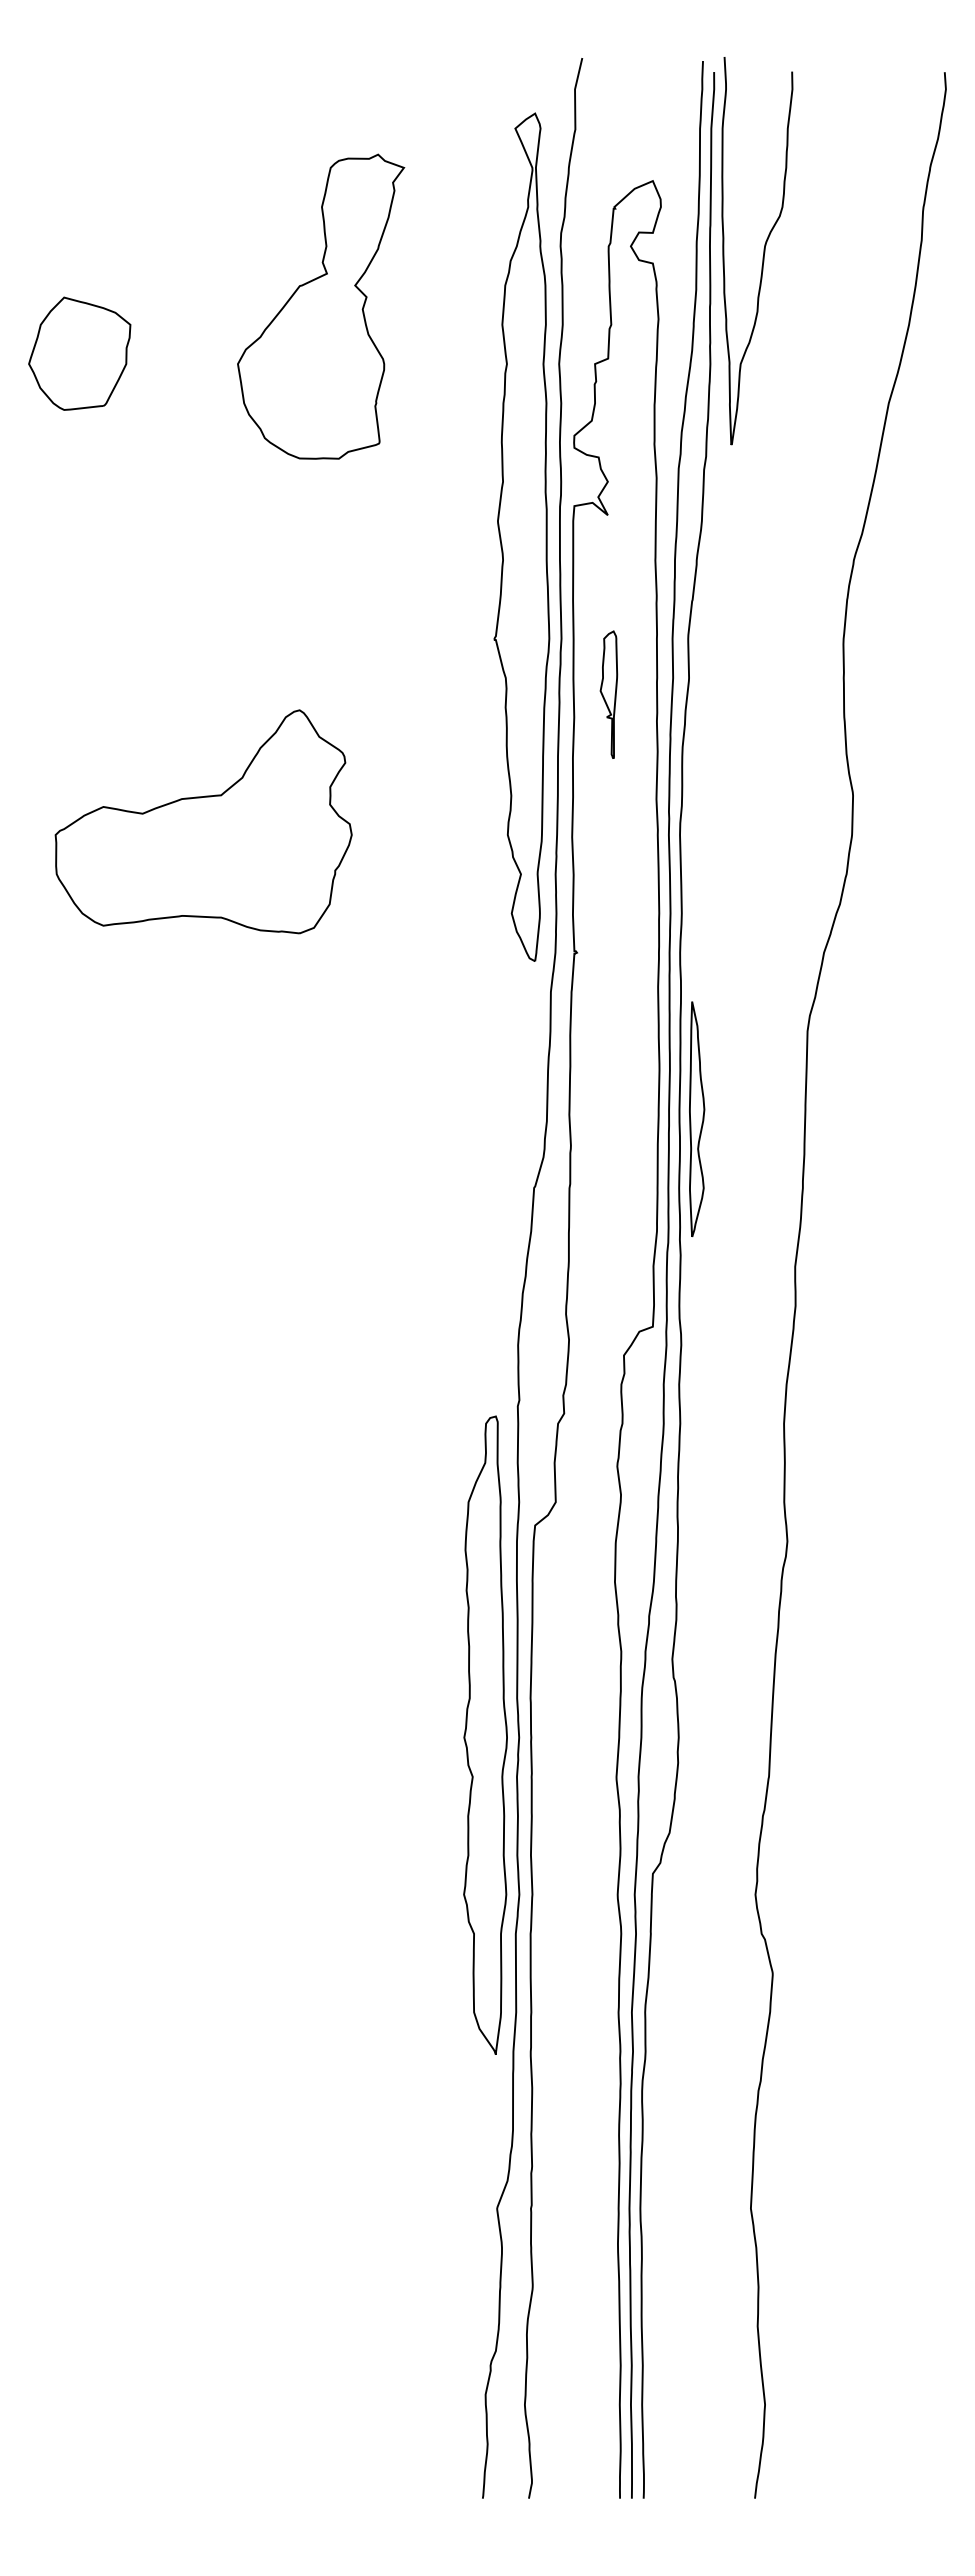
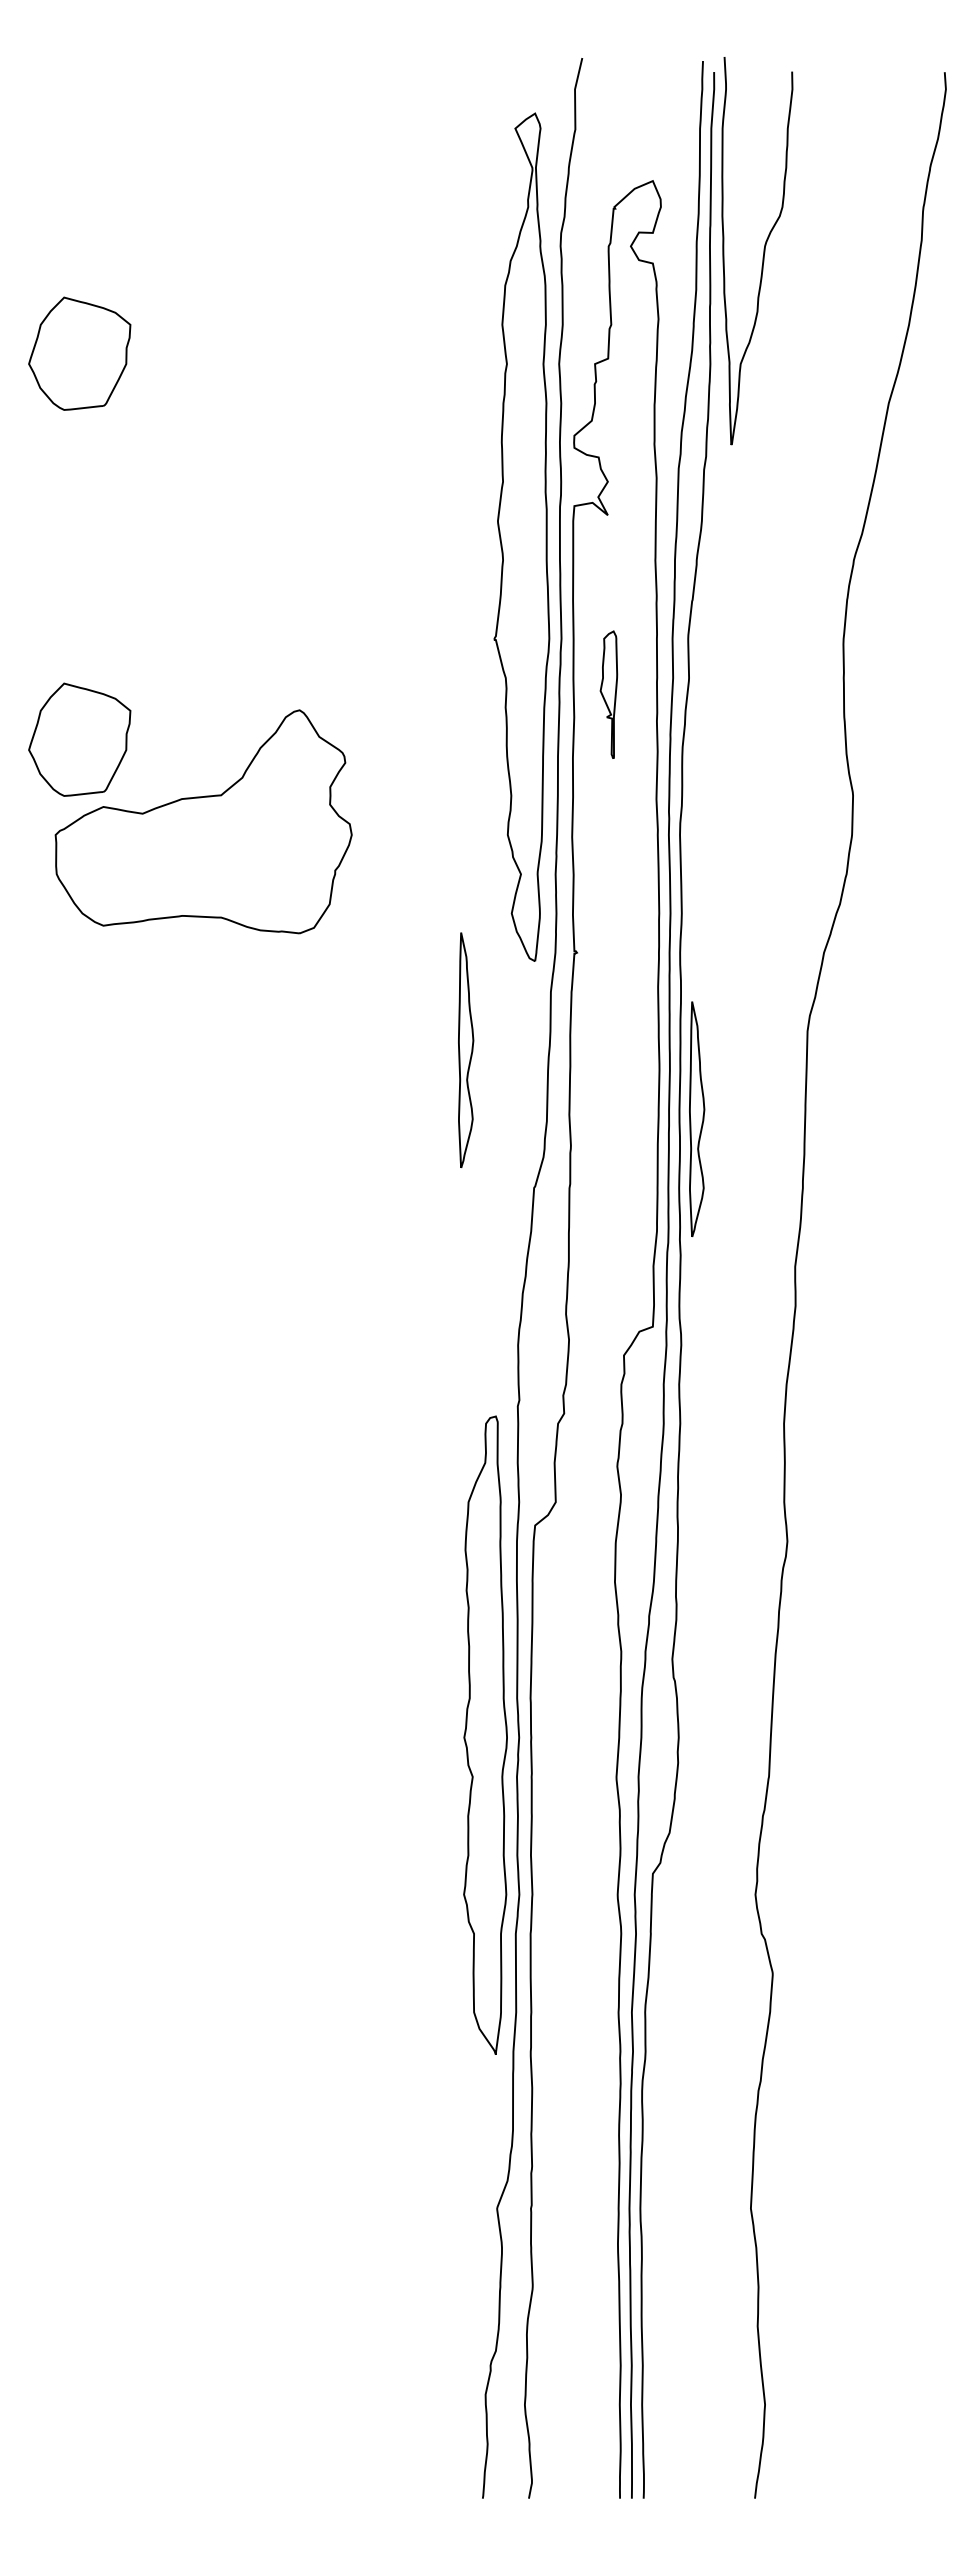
part at (321, 306): present -> none
part at (79, 739): none -> present
part at (466, 1050): none -> present
